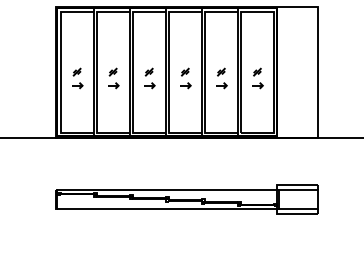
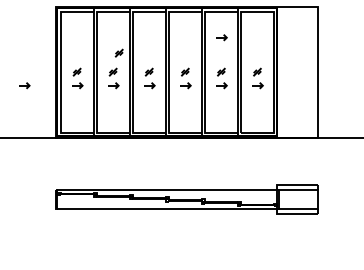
part at (221, 37): none -> present
part at (118, 52): none -> present
part at (24, 85): none -> present
